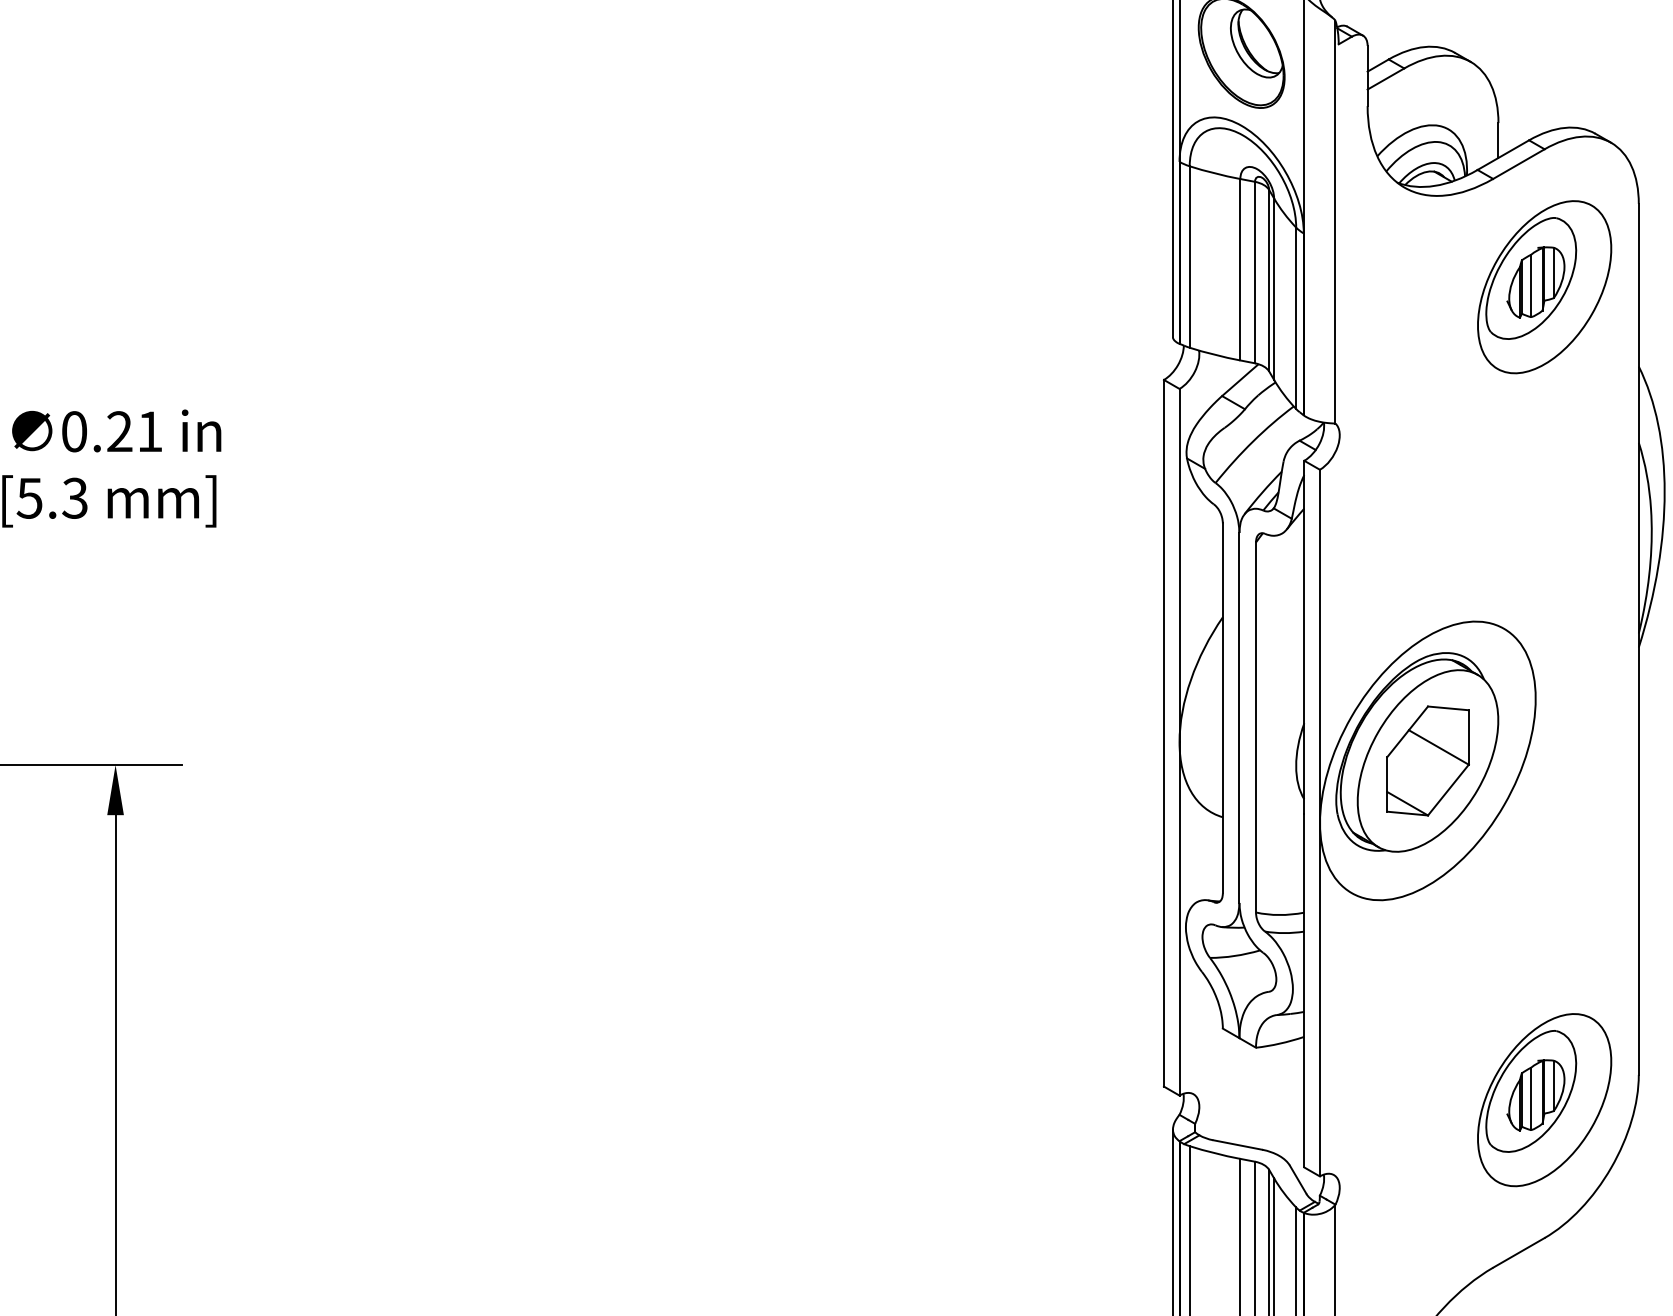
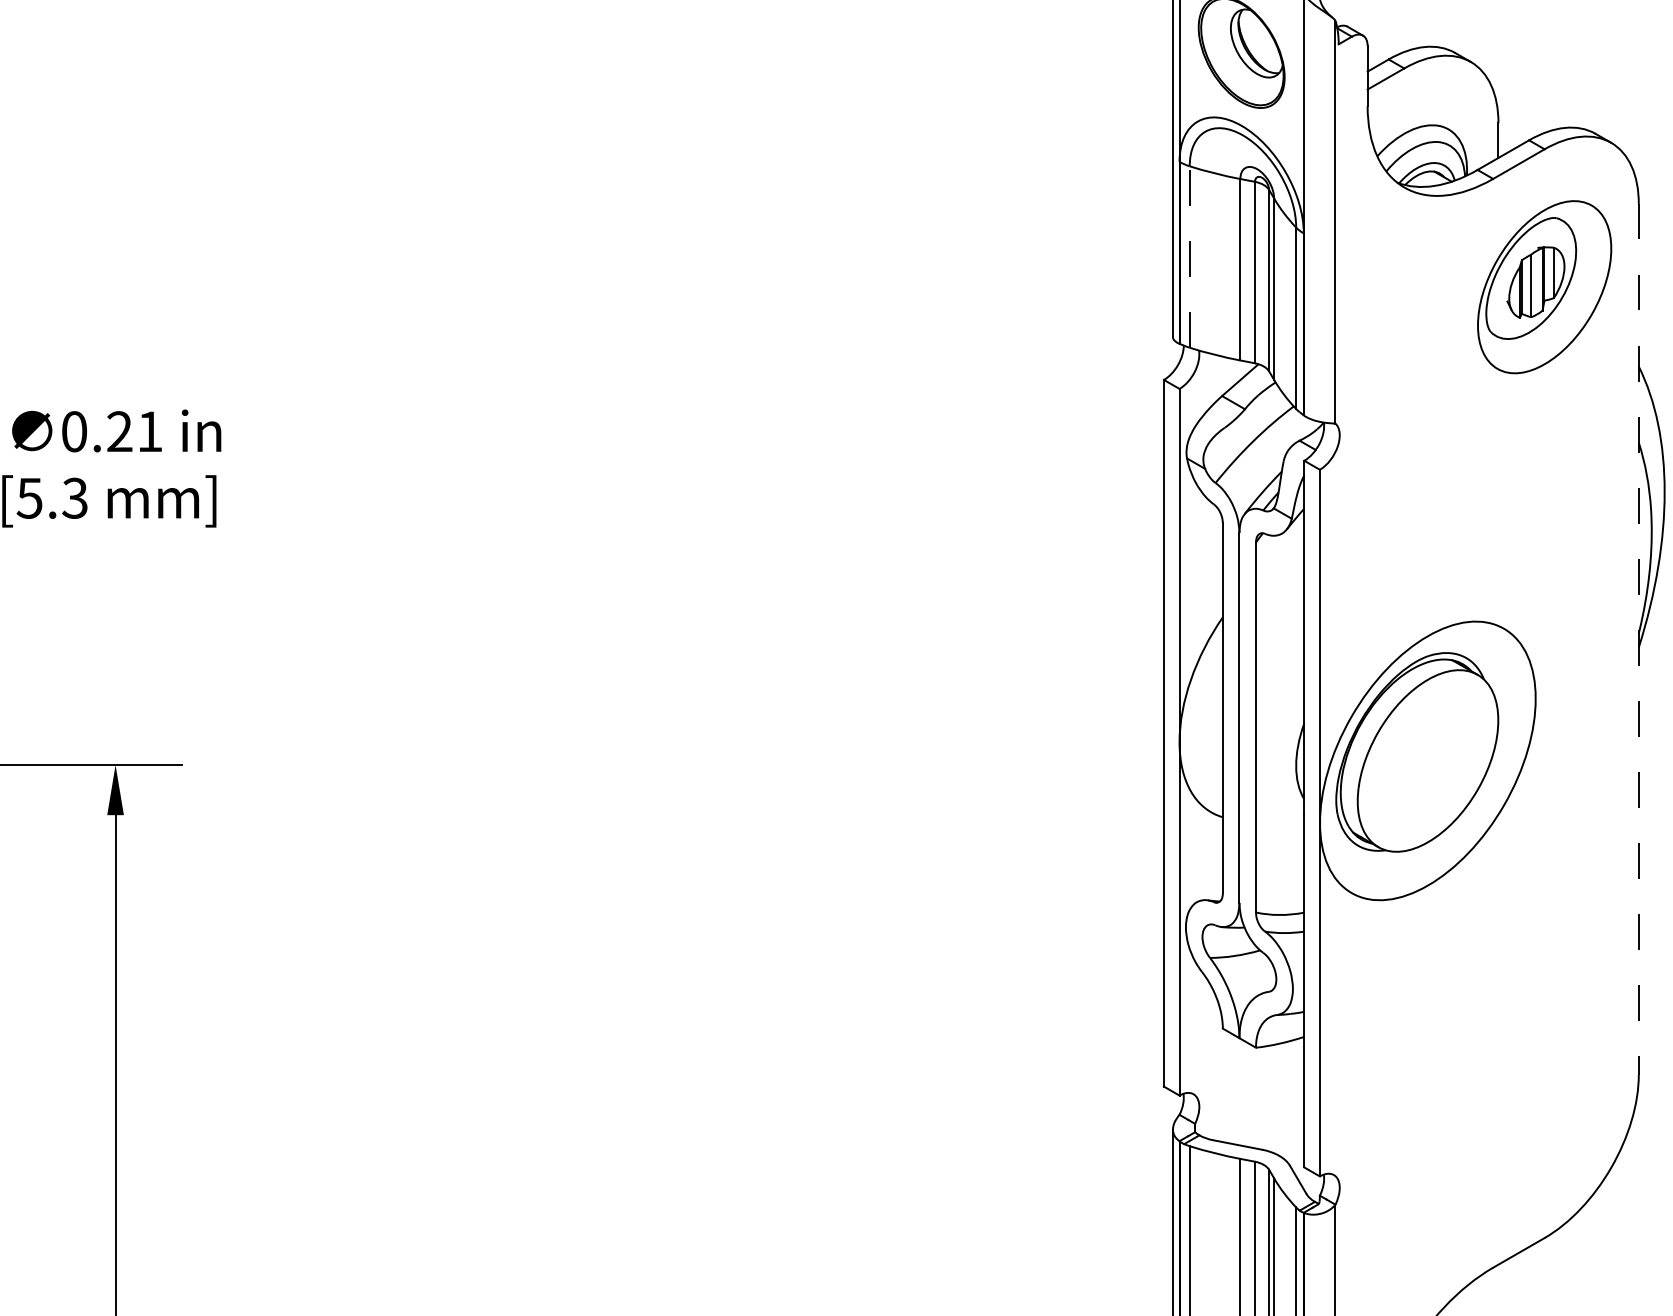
line at (1189, 257): solid -> dashed
line at (1638, 639): solid -> dashed
part at (1427, 760): present -> none
part at (1544, 1100): present -> none
